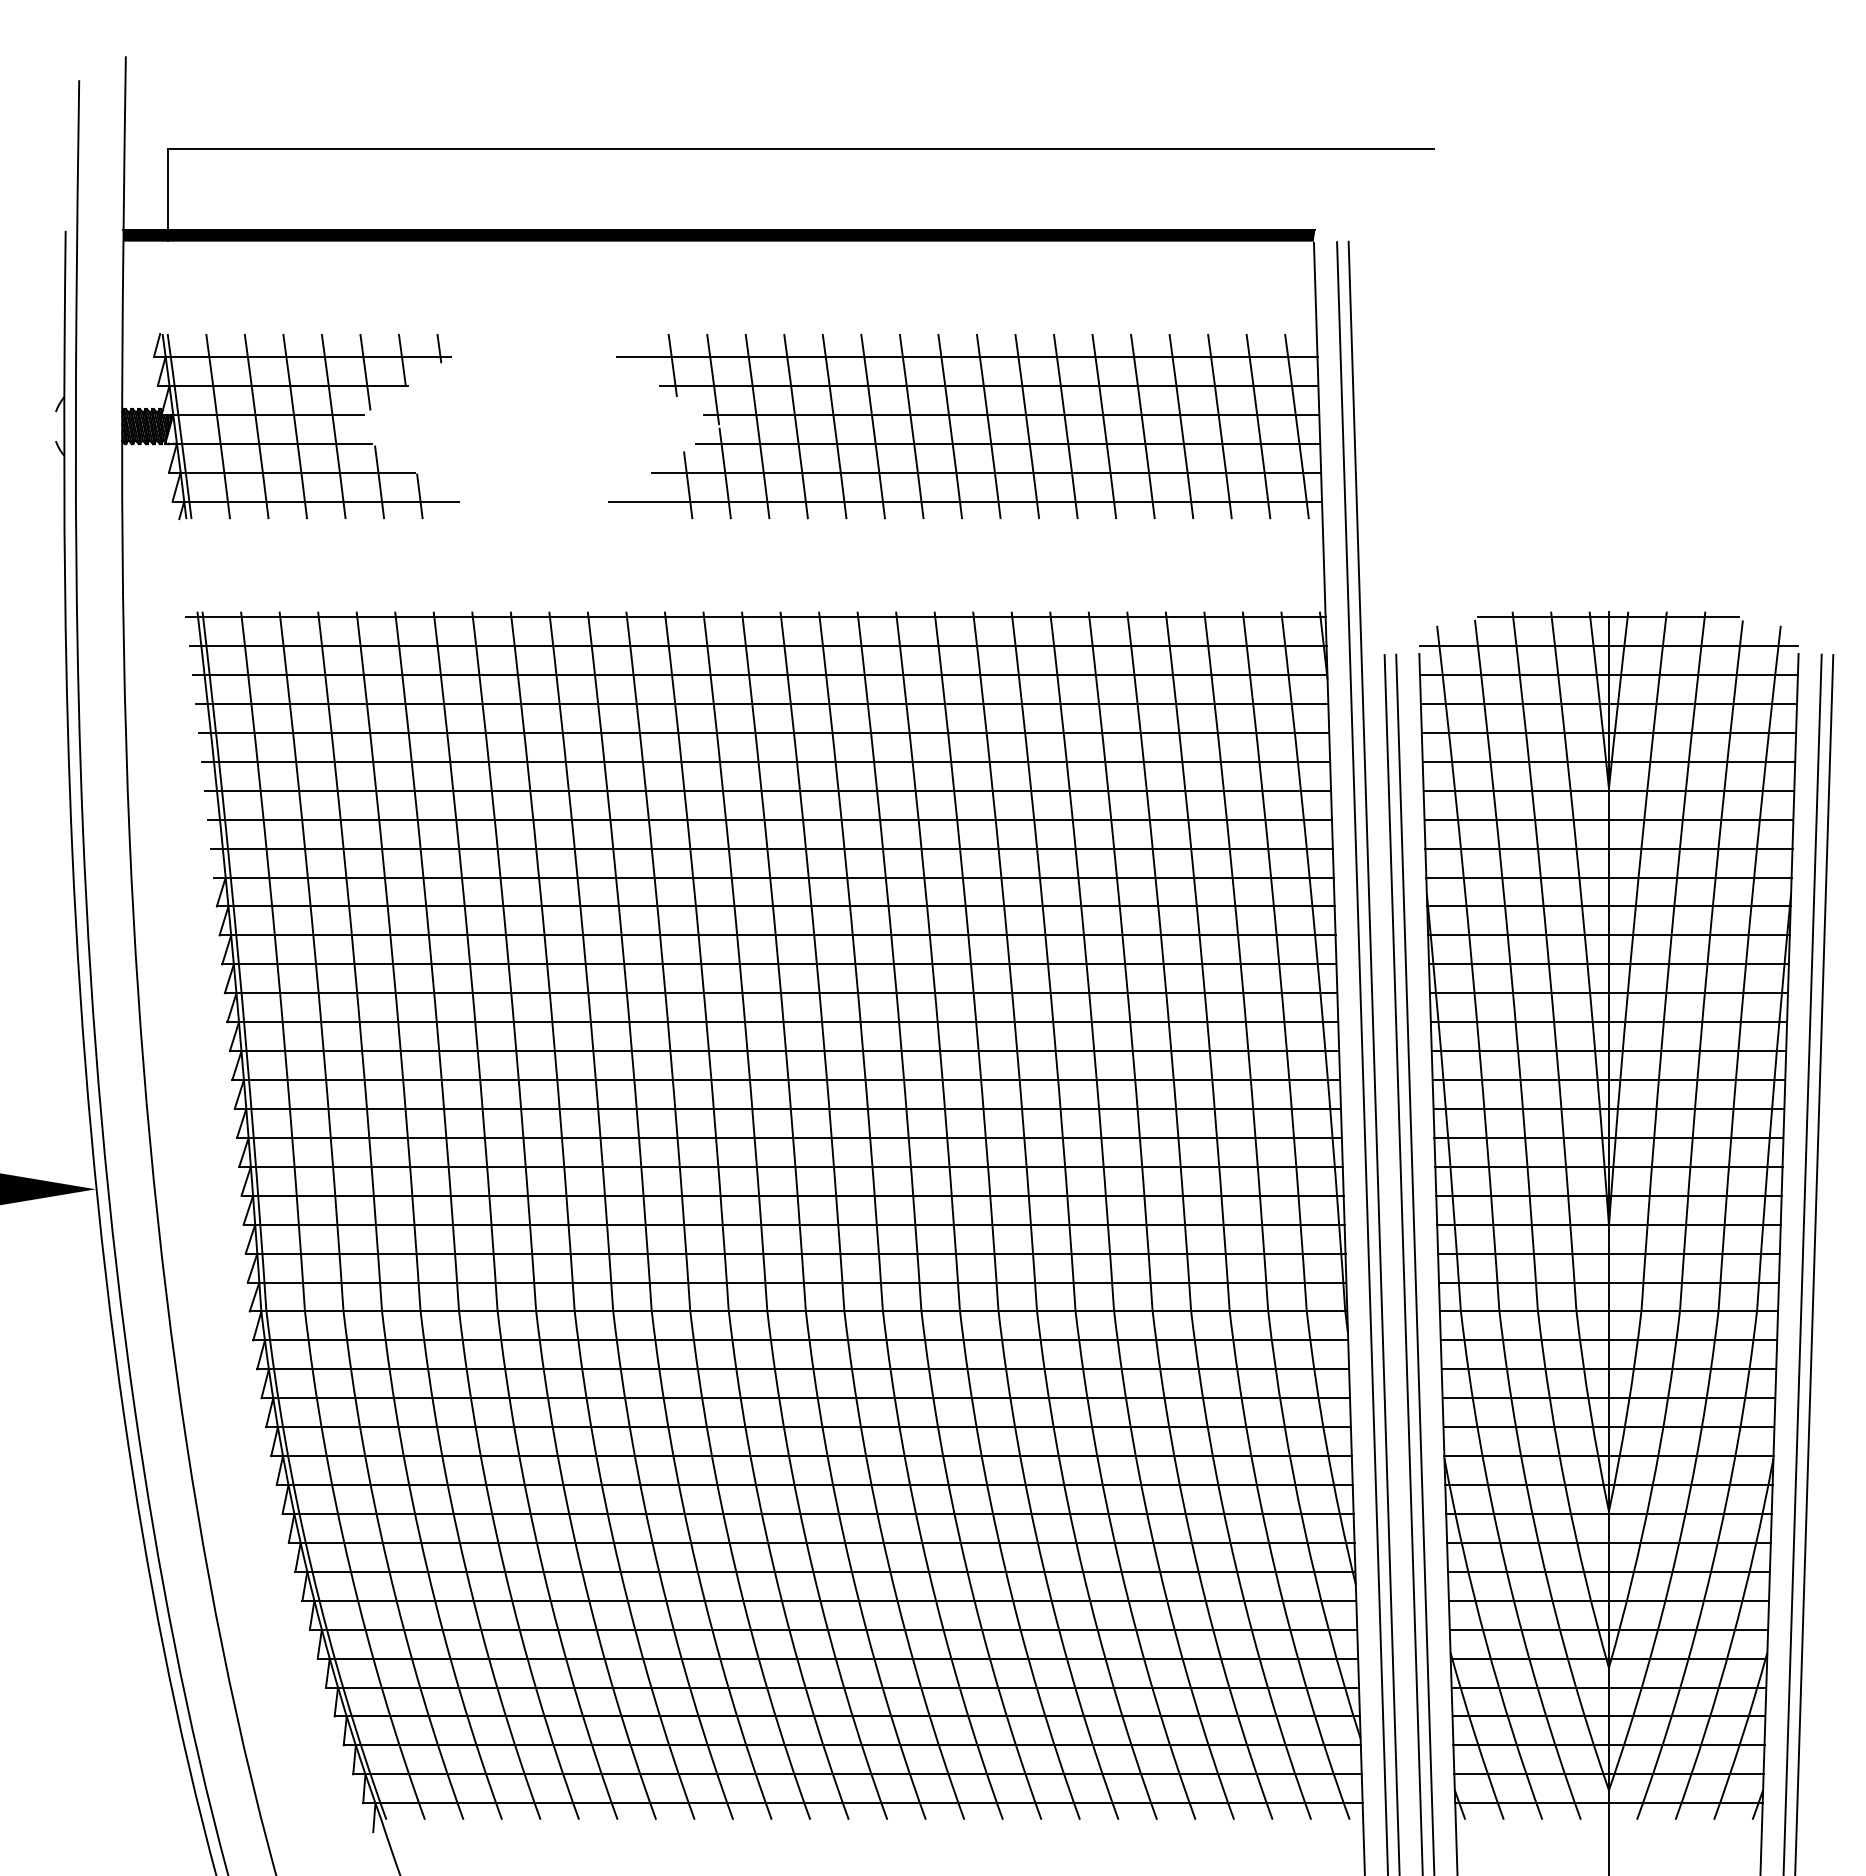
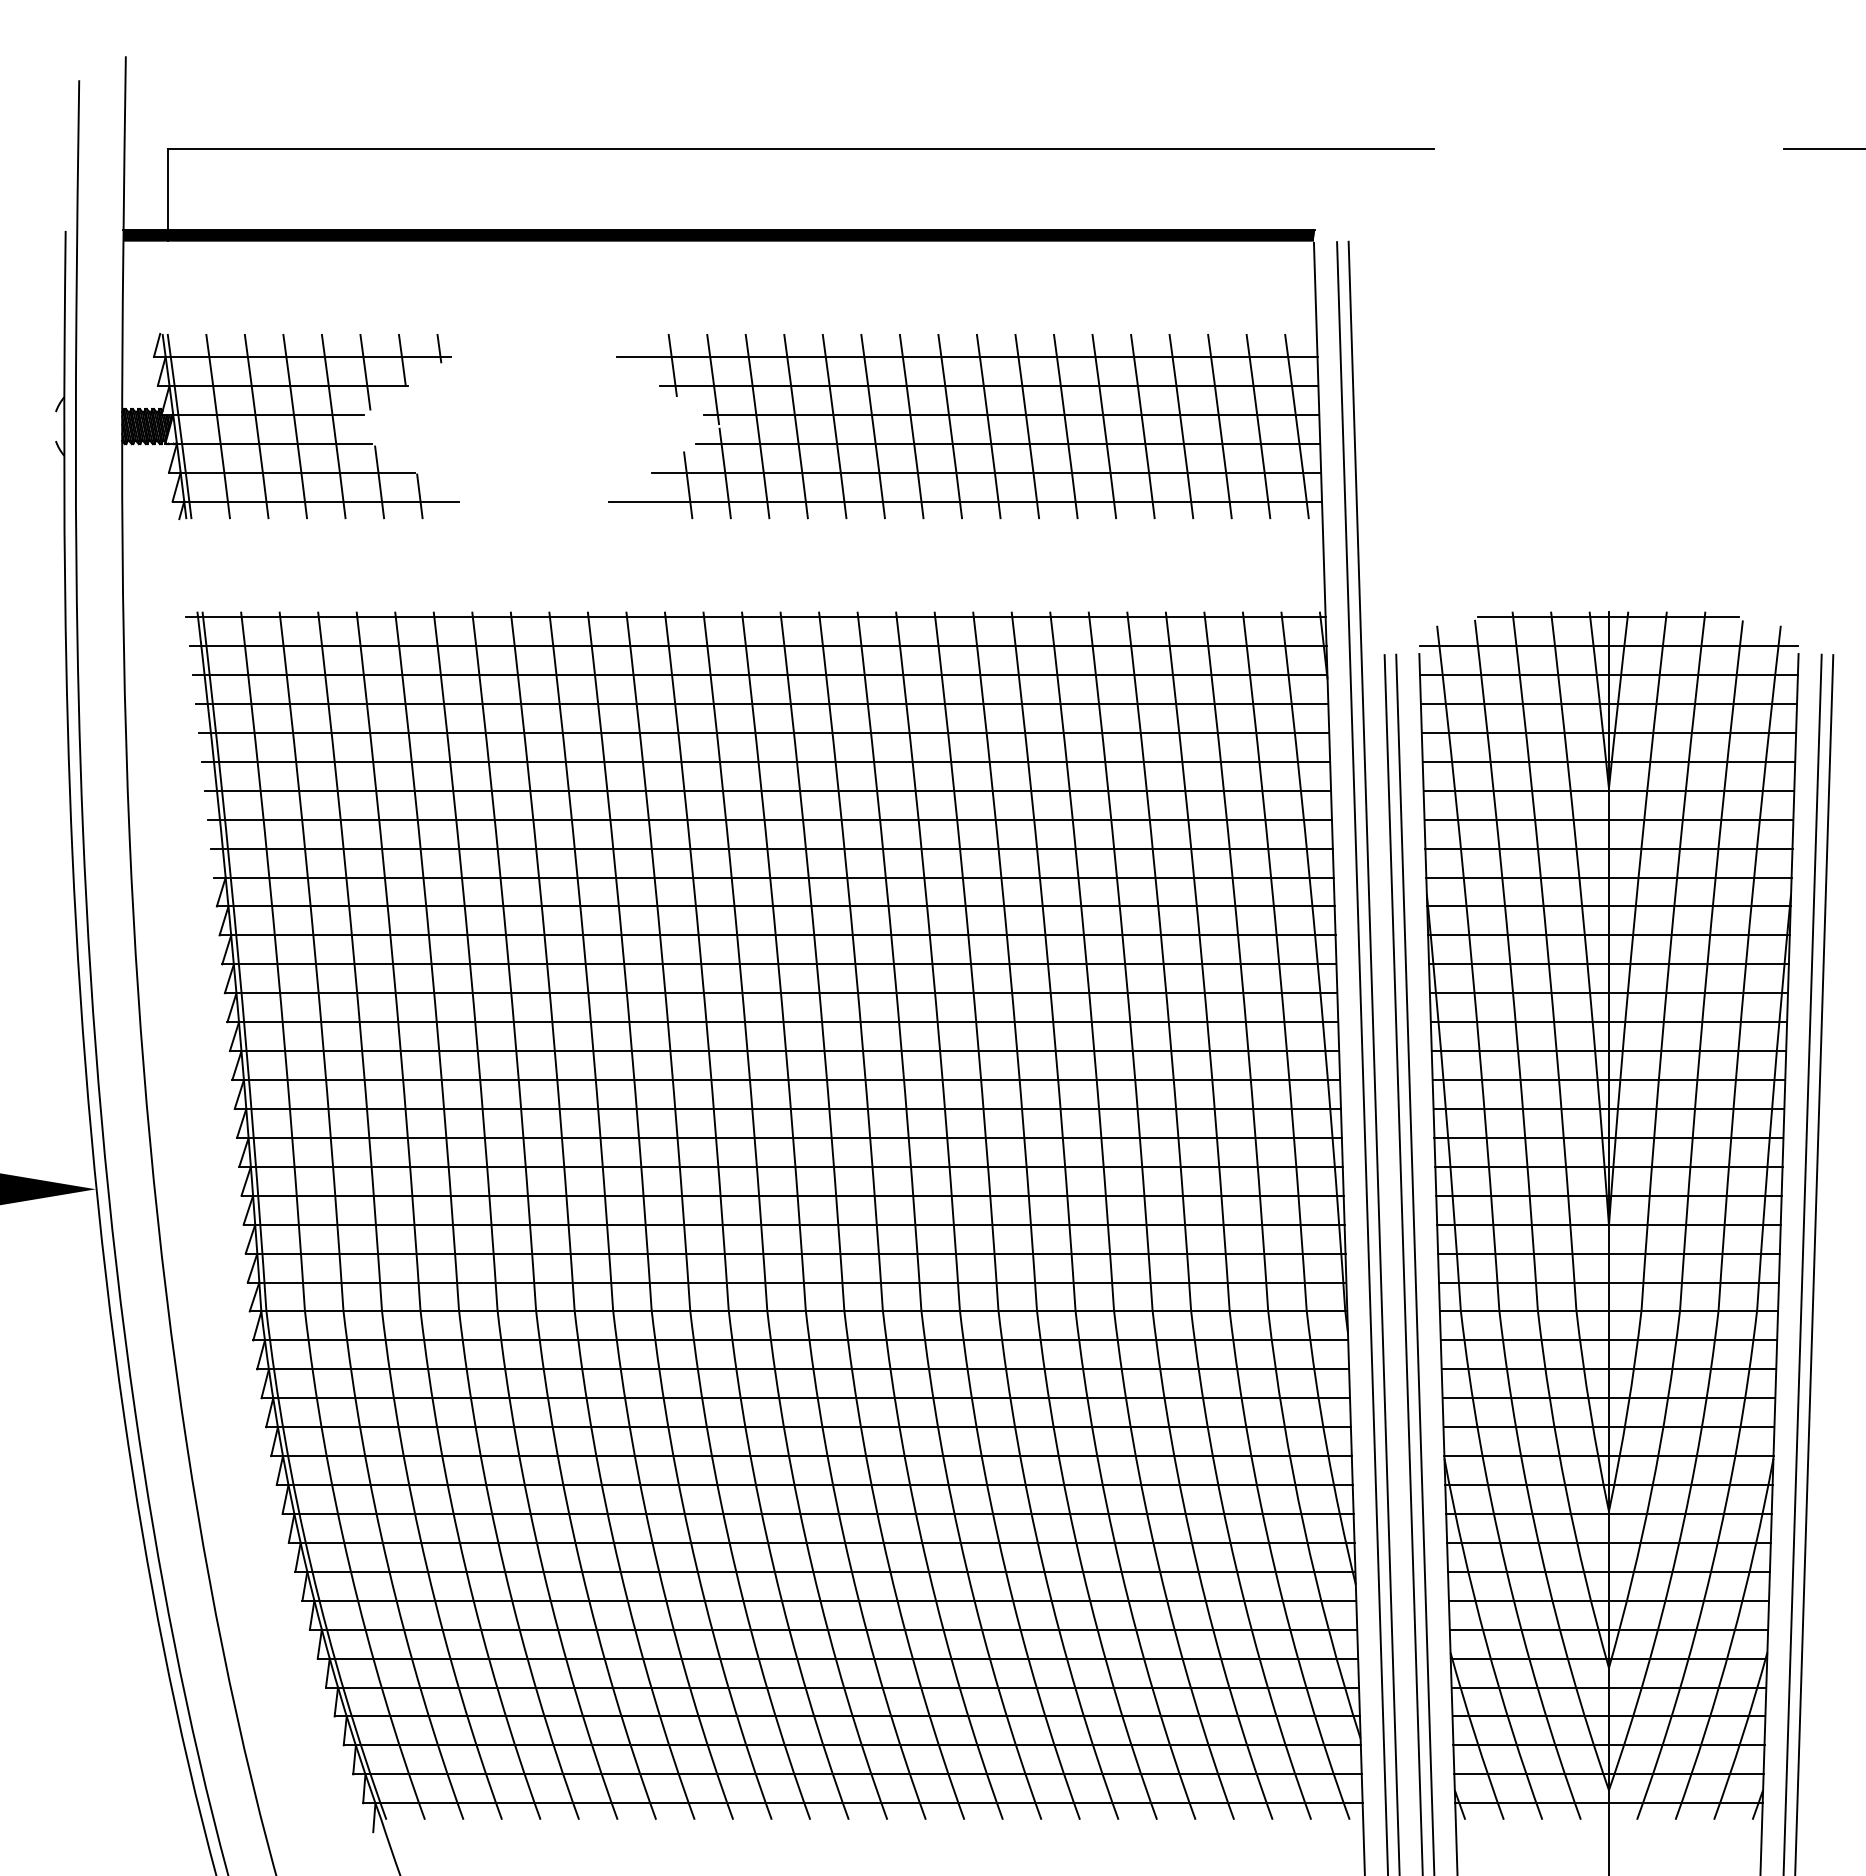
line at (1822, 148): none -> present
